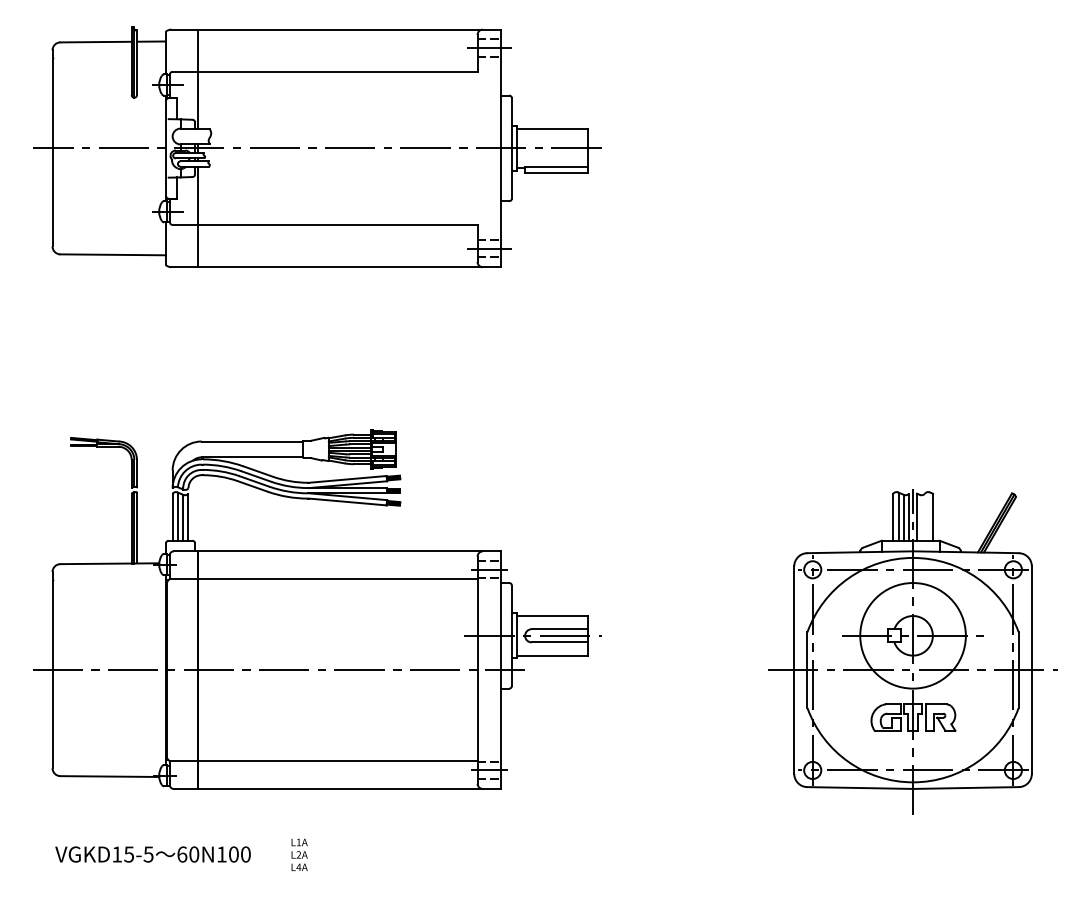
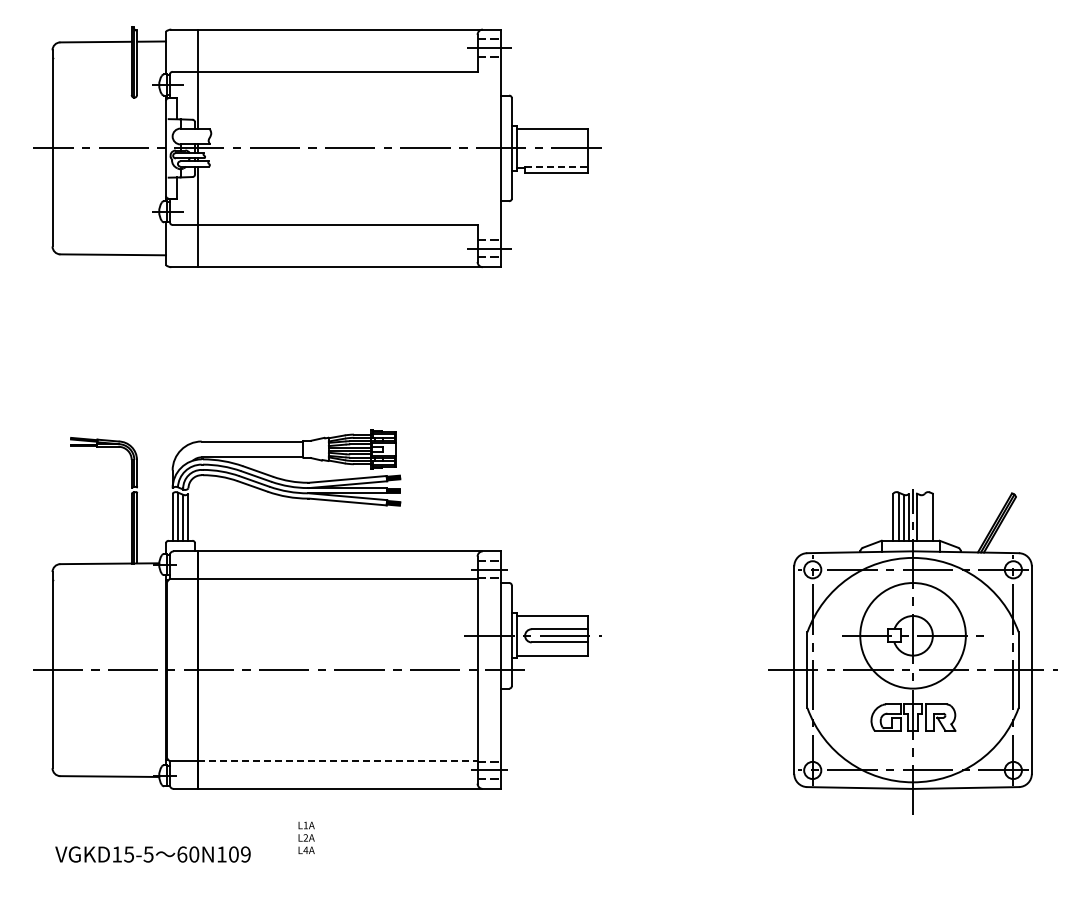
line at (556, 167): solid -> dashed
line at (337, 760): solid -> dashed
text at (245, 854): 60N100 -> 60N109
text at (299, 854) position: (299, 854) -> (306, 837)
